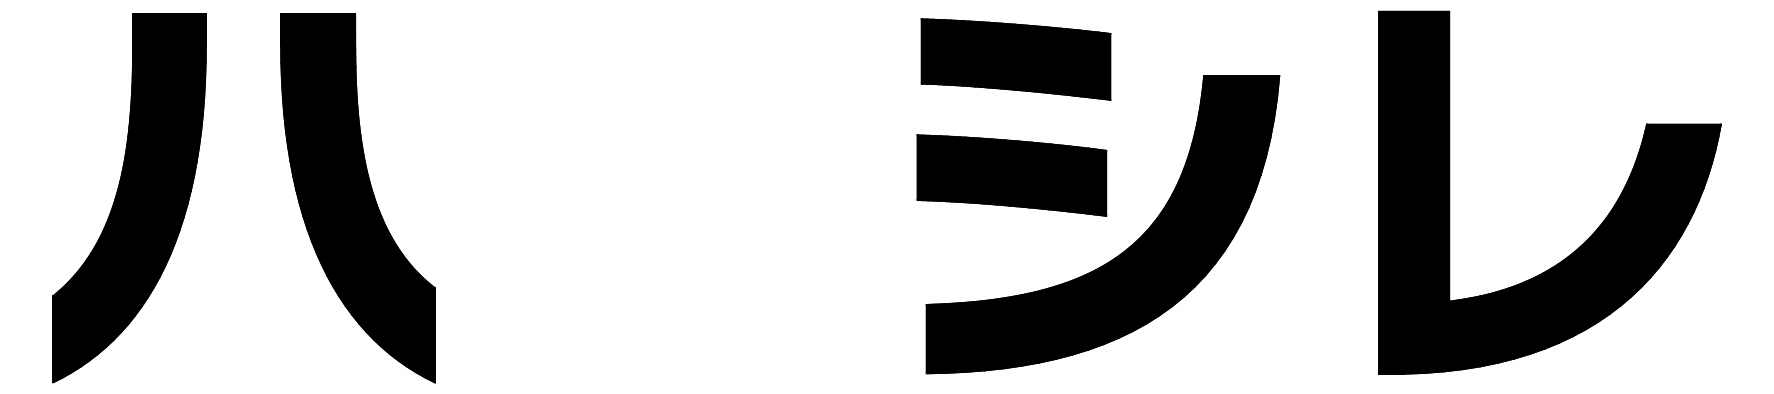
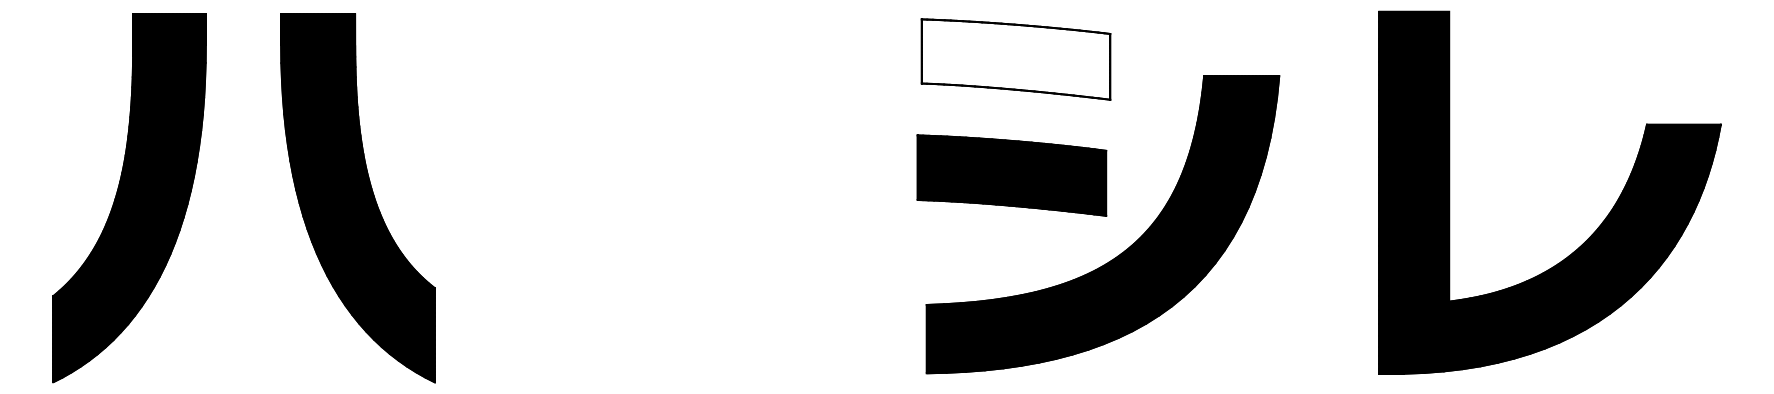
fill at (1015, 59): present -> none
